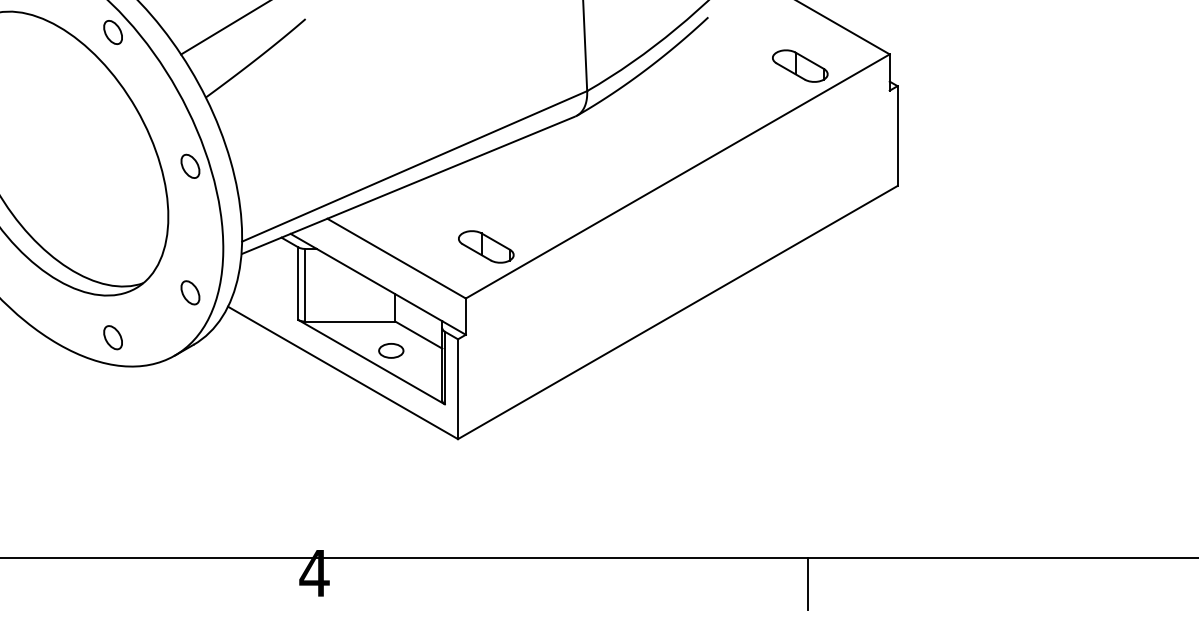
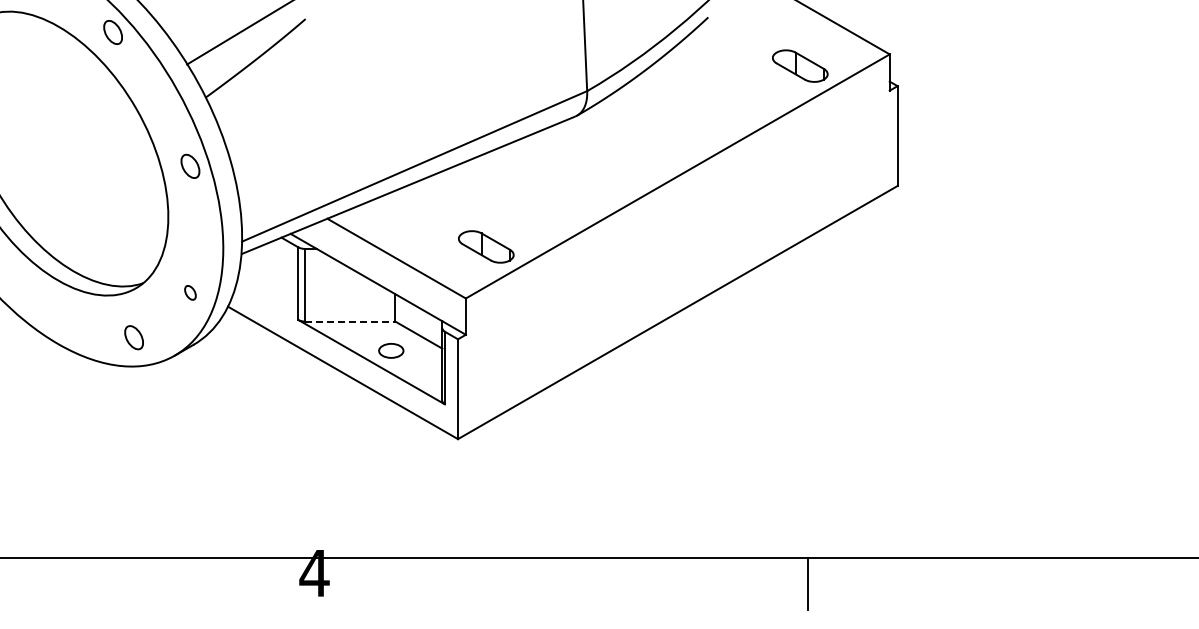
line at (224, 28) position: (224, 28) -> (238, 33)
part at (190, 292) size: 21x26 px -> 13x16 px
line at (350, 321): solid -> dashed
part at (112, 337) position: (112, 337) -> (133, 337)
